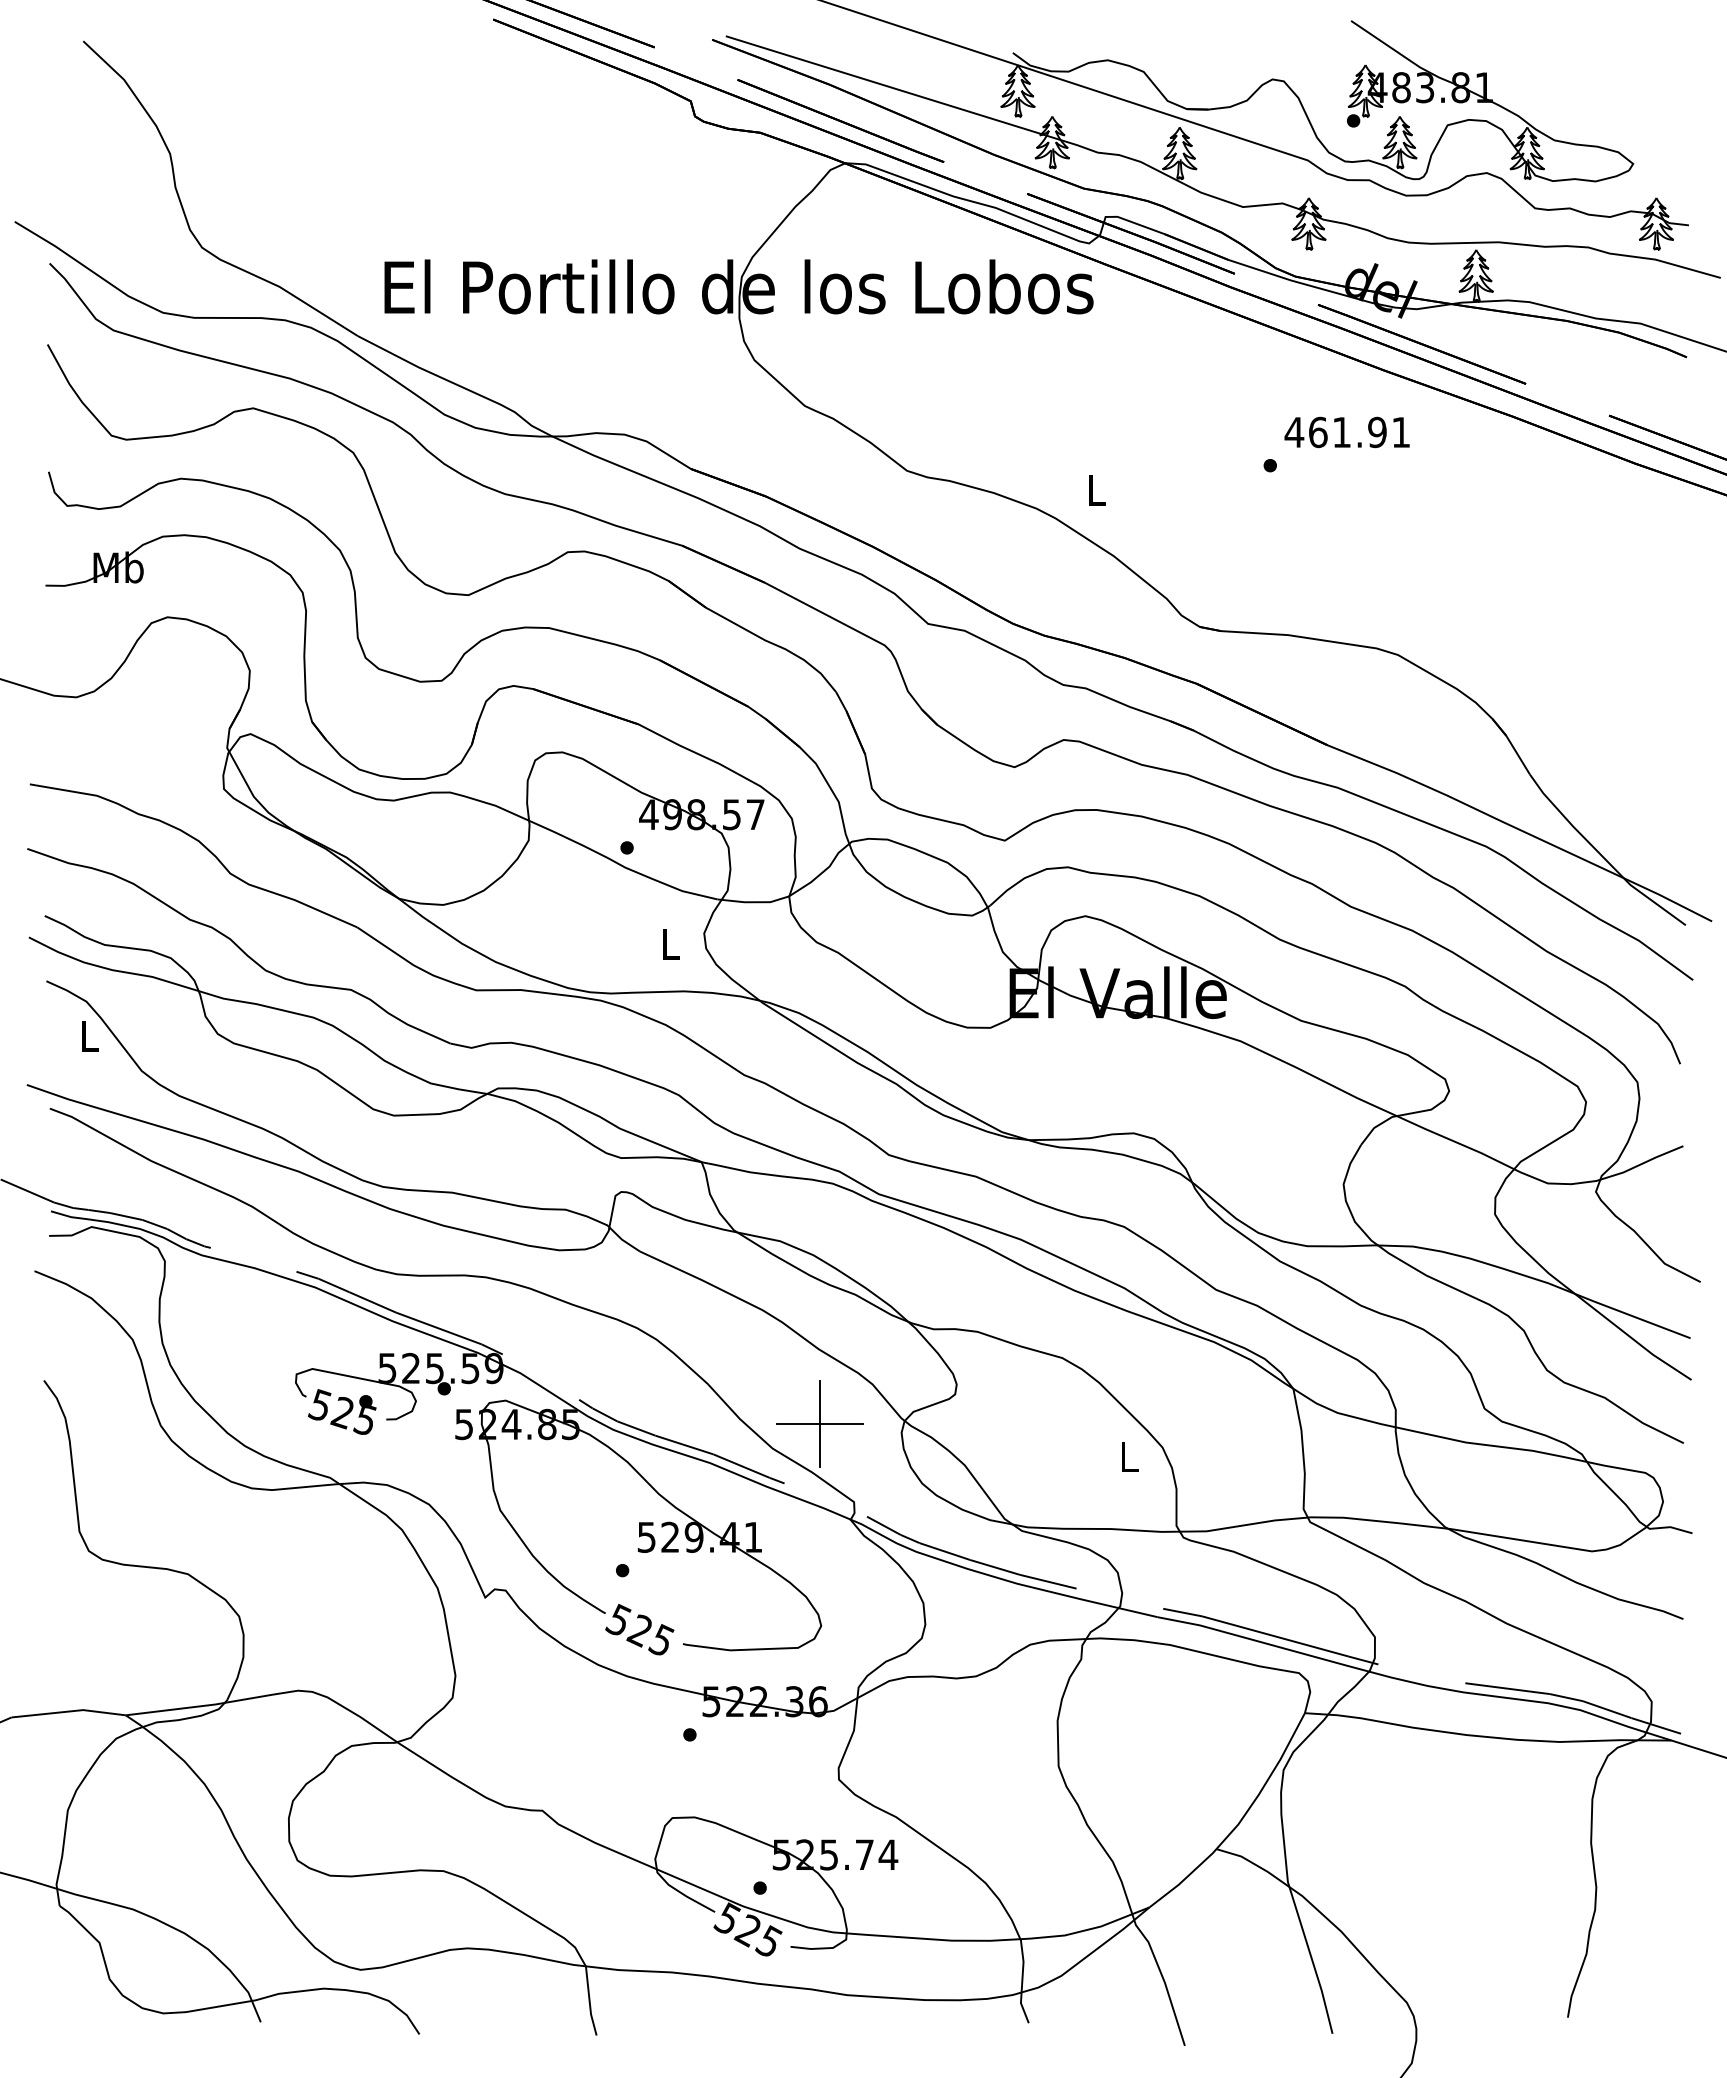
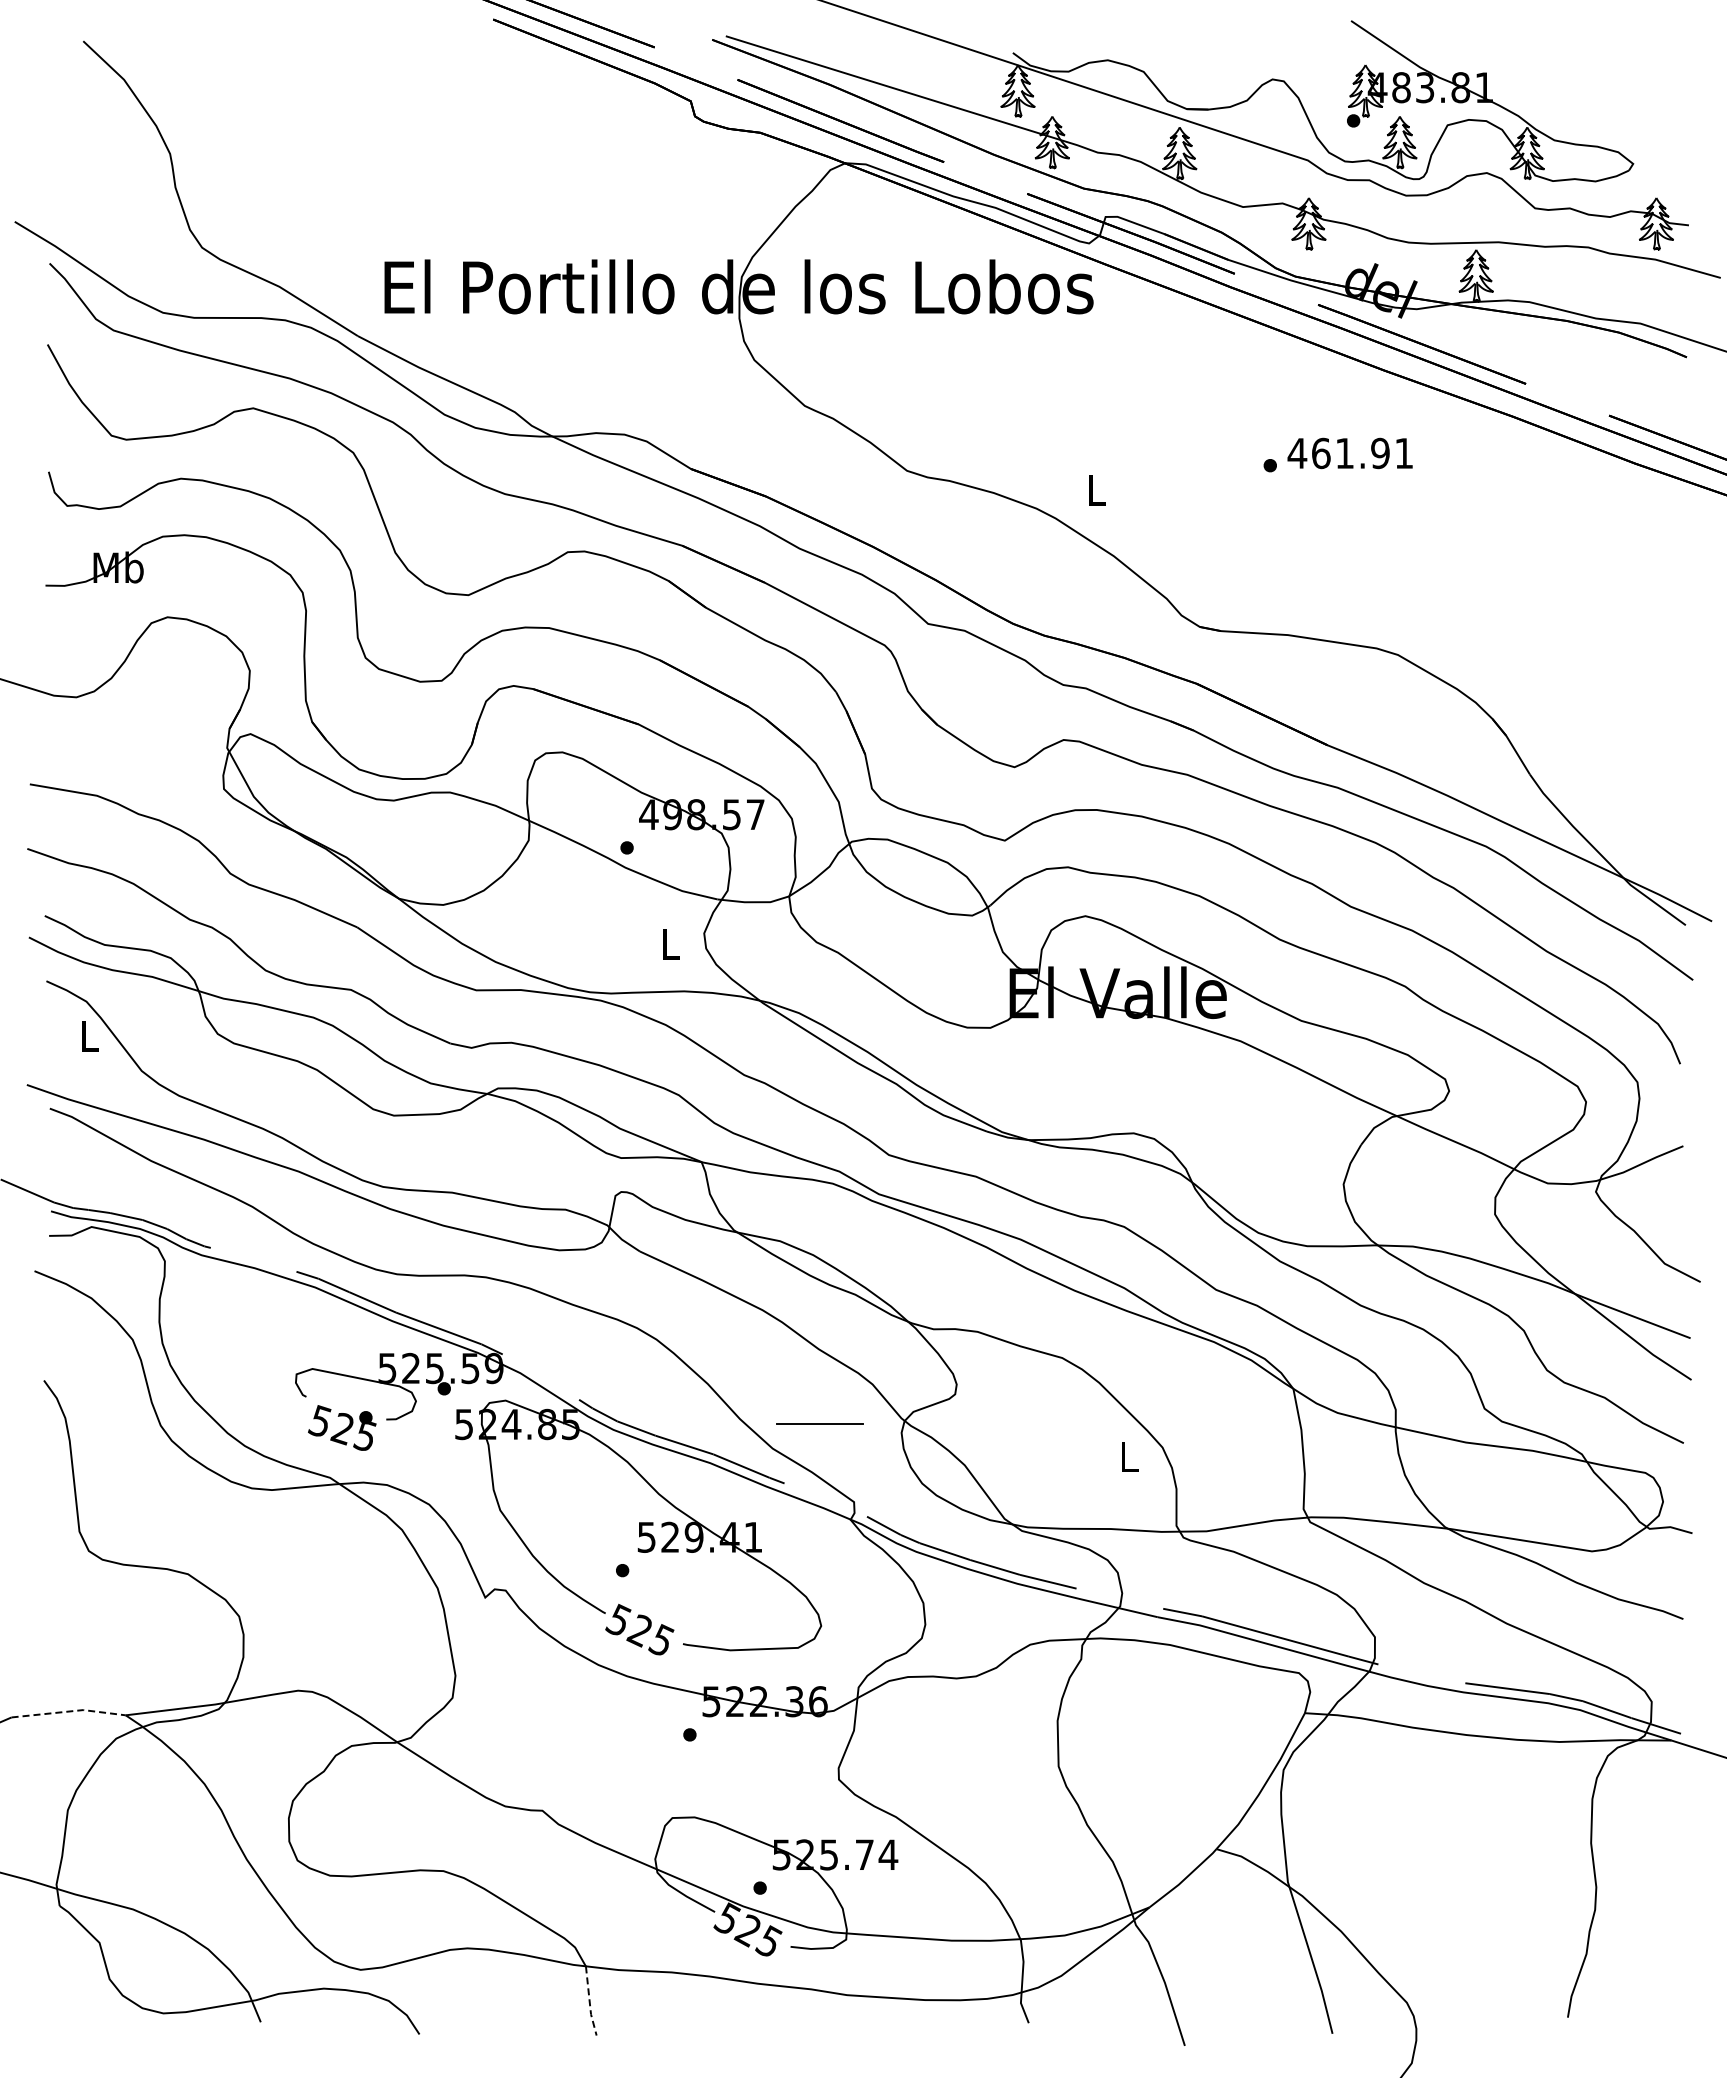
text at (1346, 432) position: (1346, 432) -> (1349, 453)
text at (342, 1411) position: (342, 1411) -> (342, 1427)
line at (819, 1424): present -> none
line at (69, 1711): solid -> dashed
line at (589, 2001): solid -> dashed
